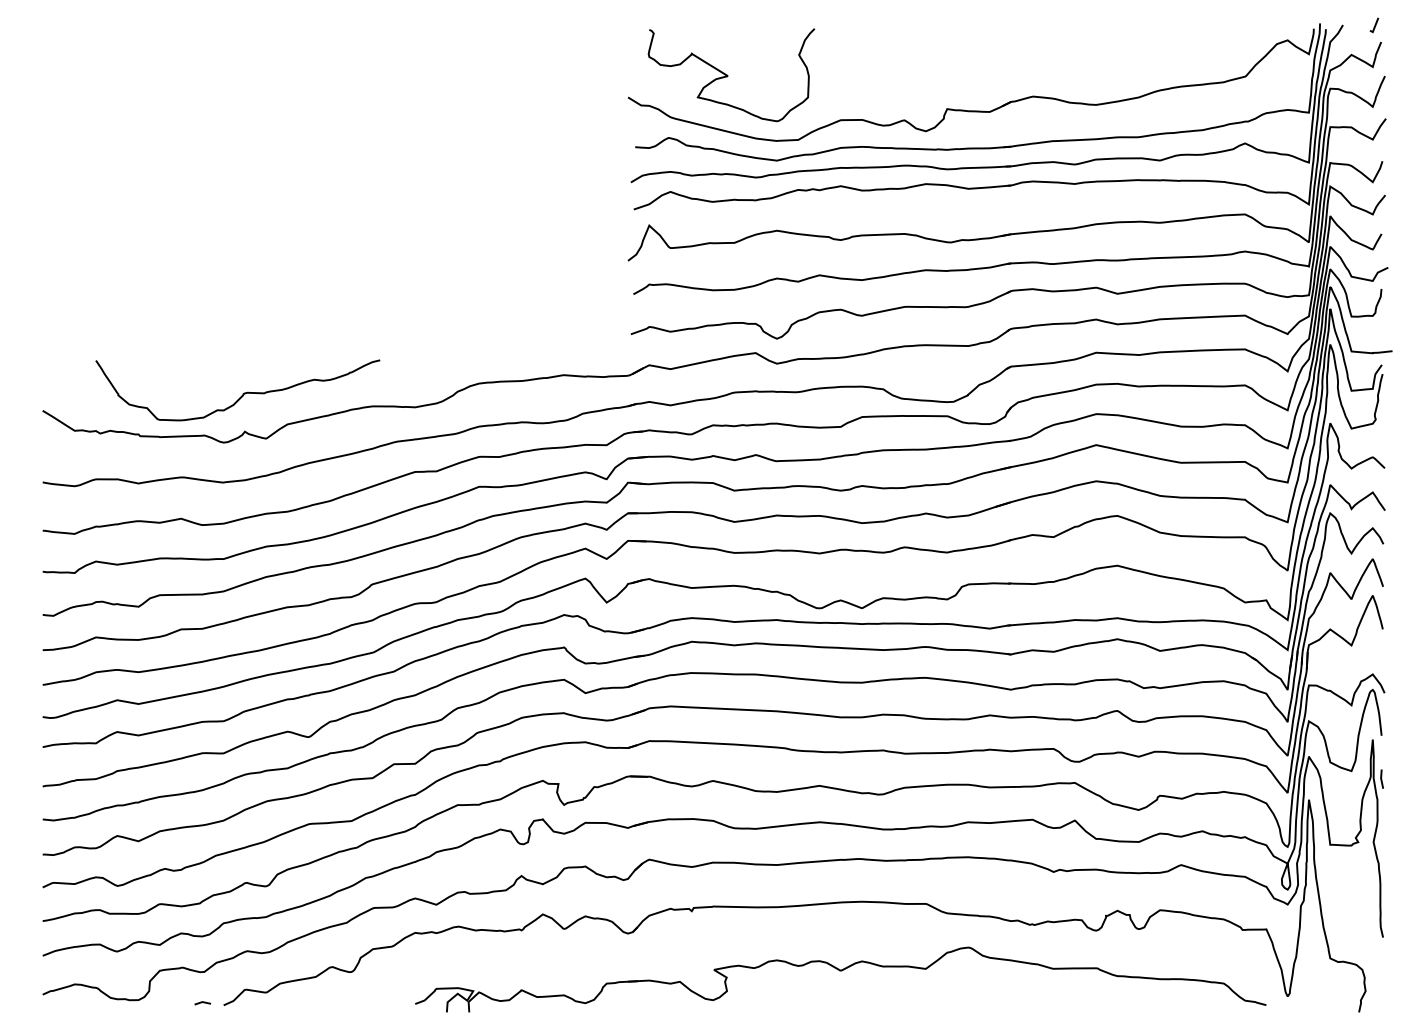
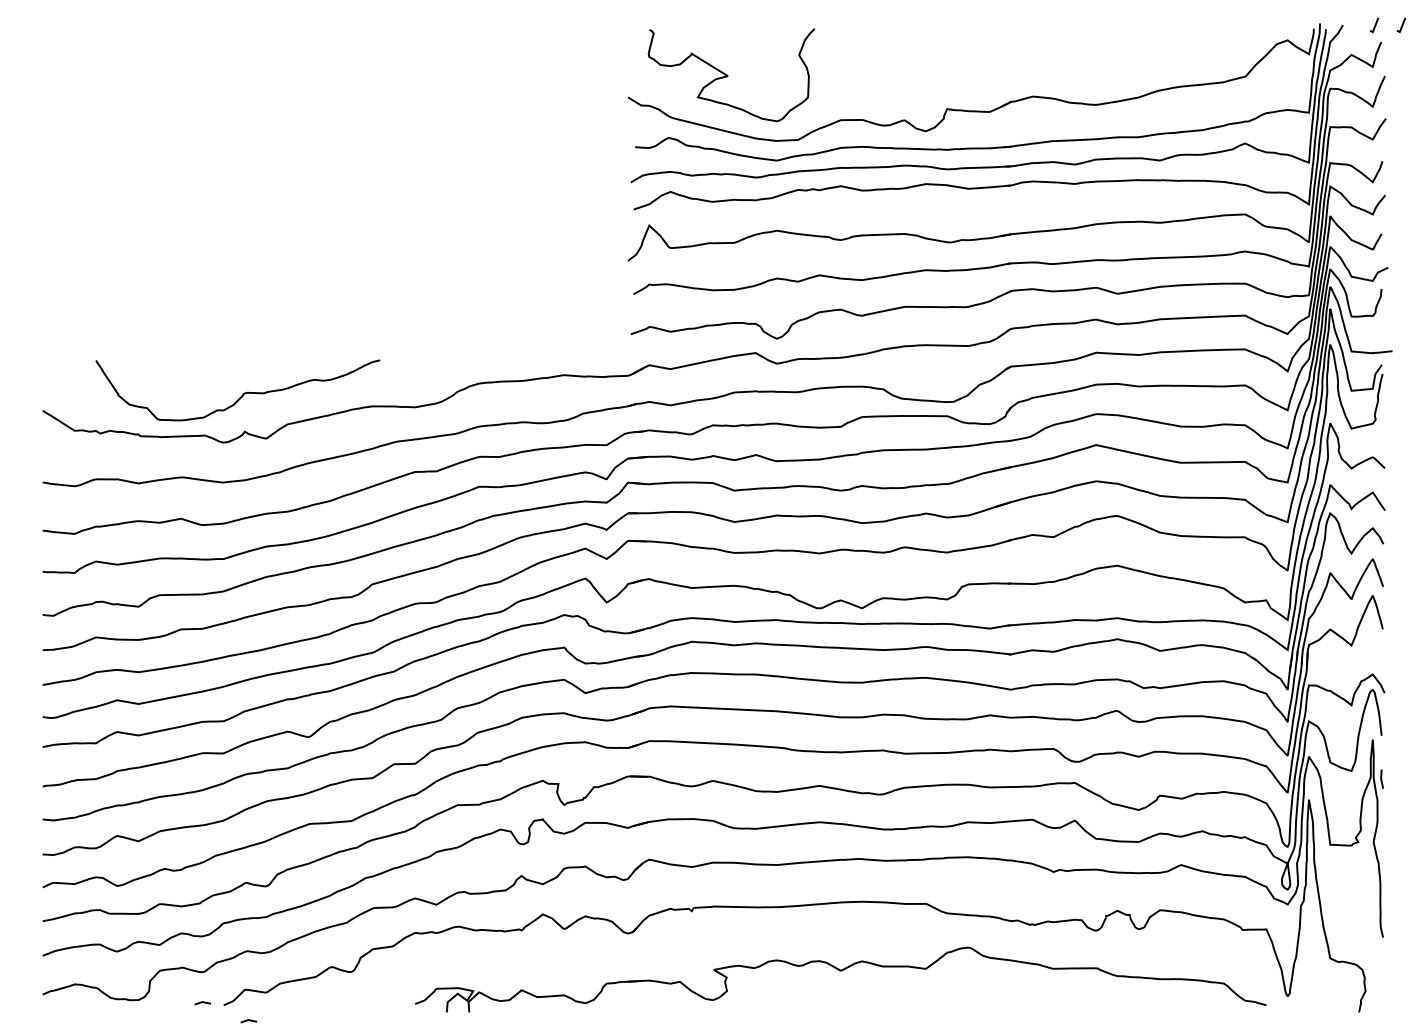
line at (1401, 25): none -> present
line at (248, 1020): none -> present
